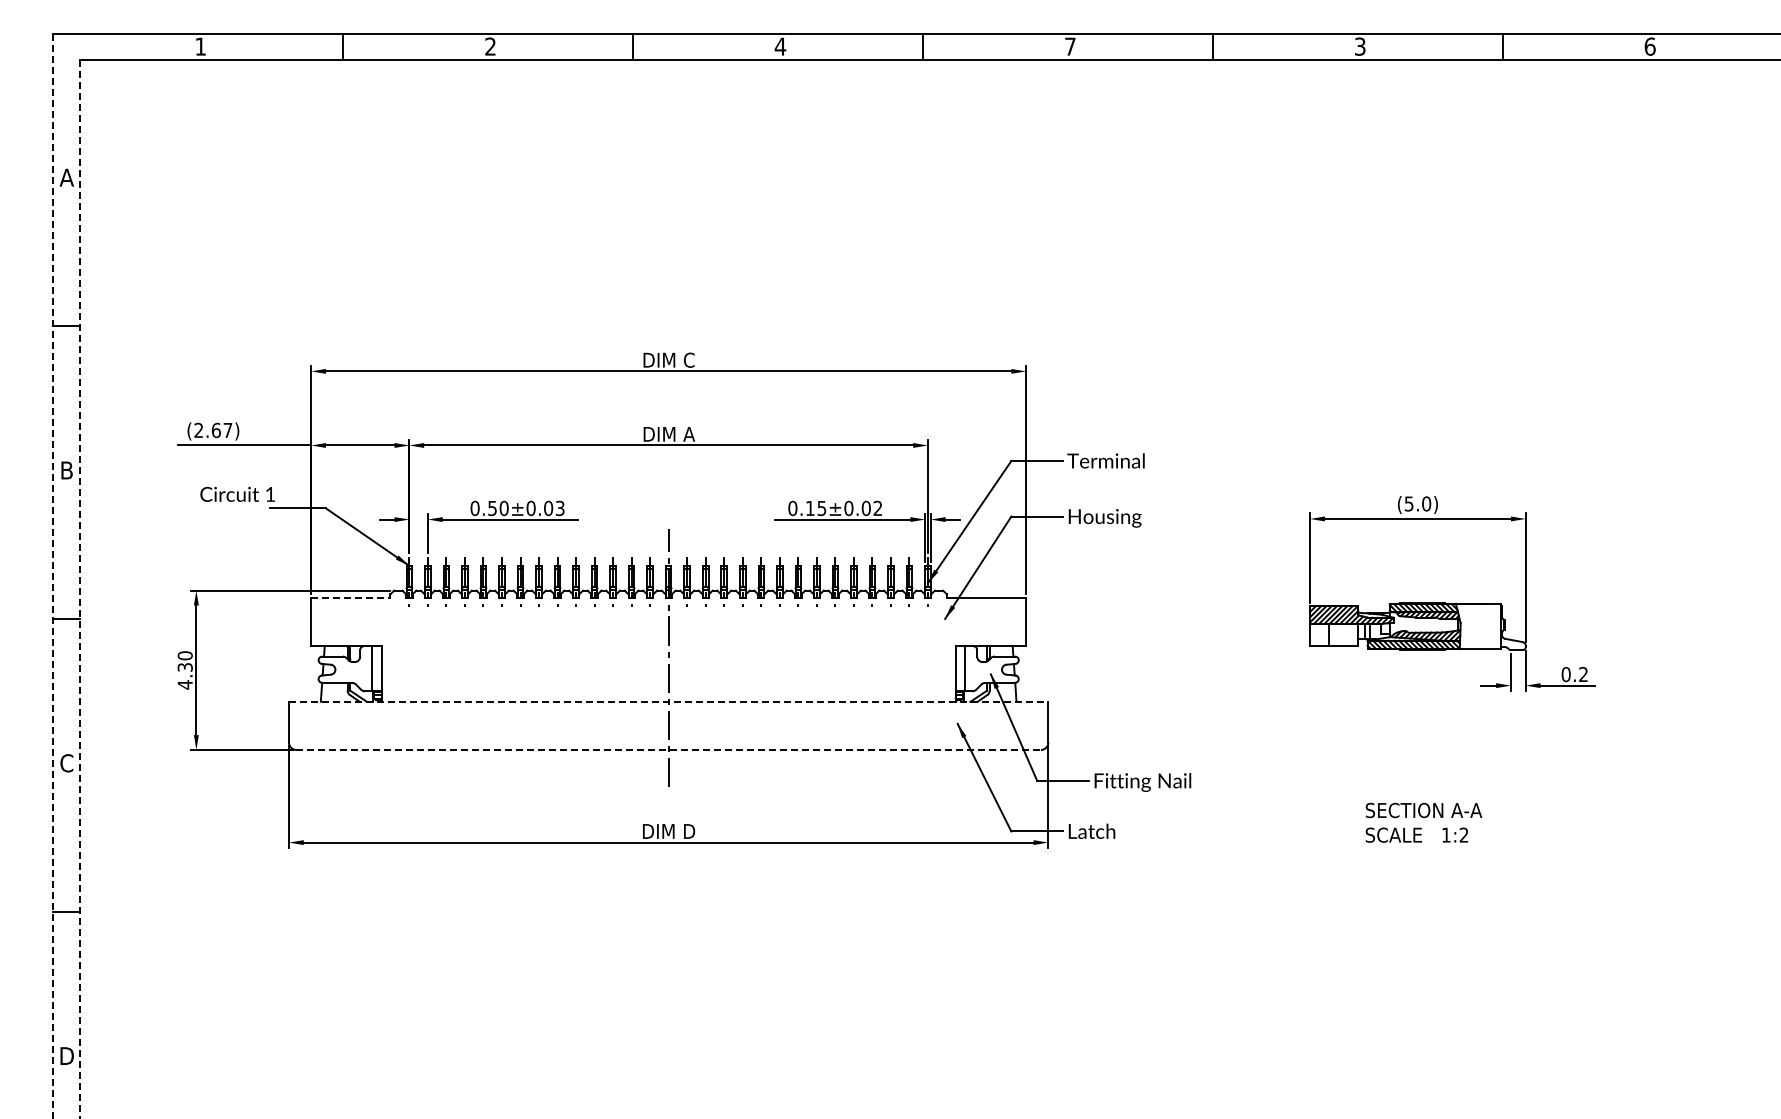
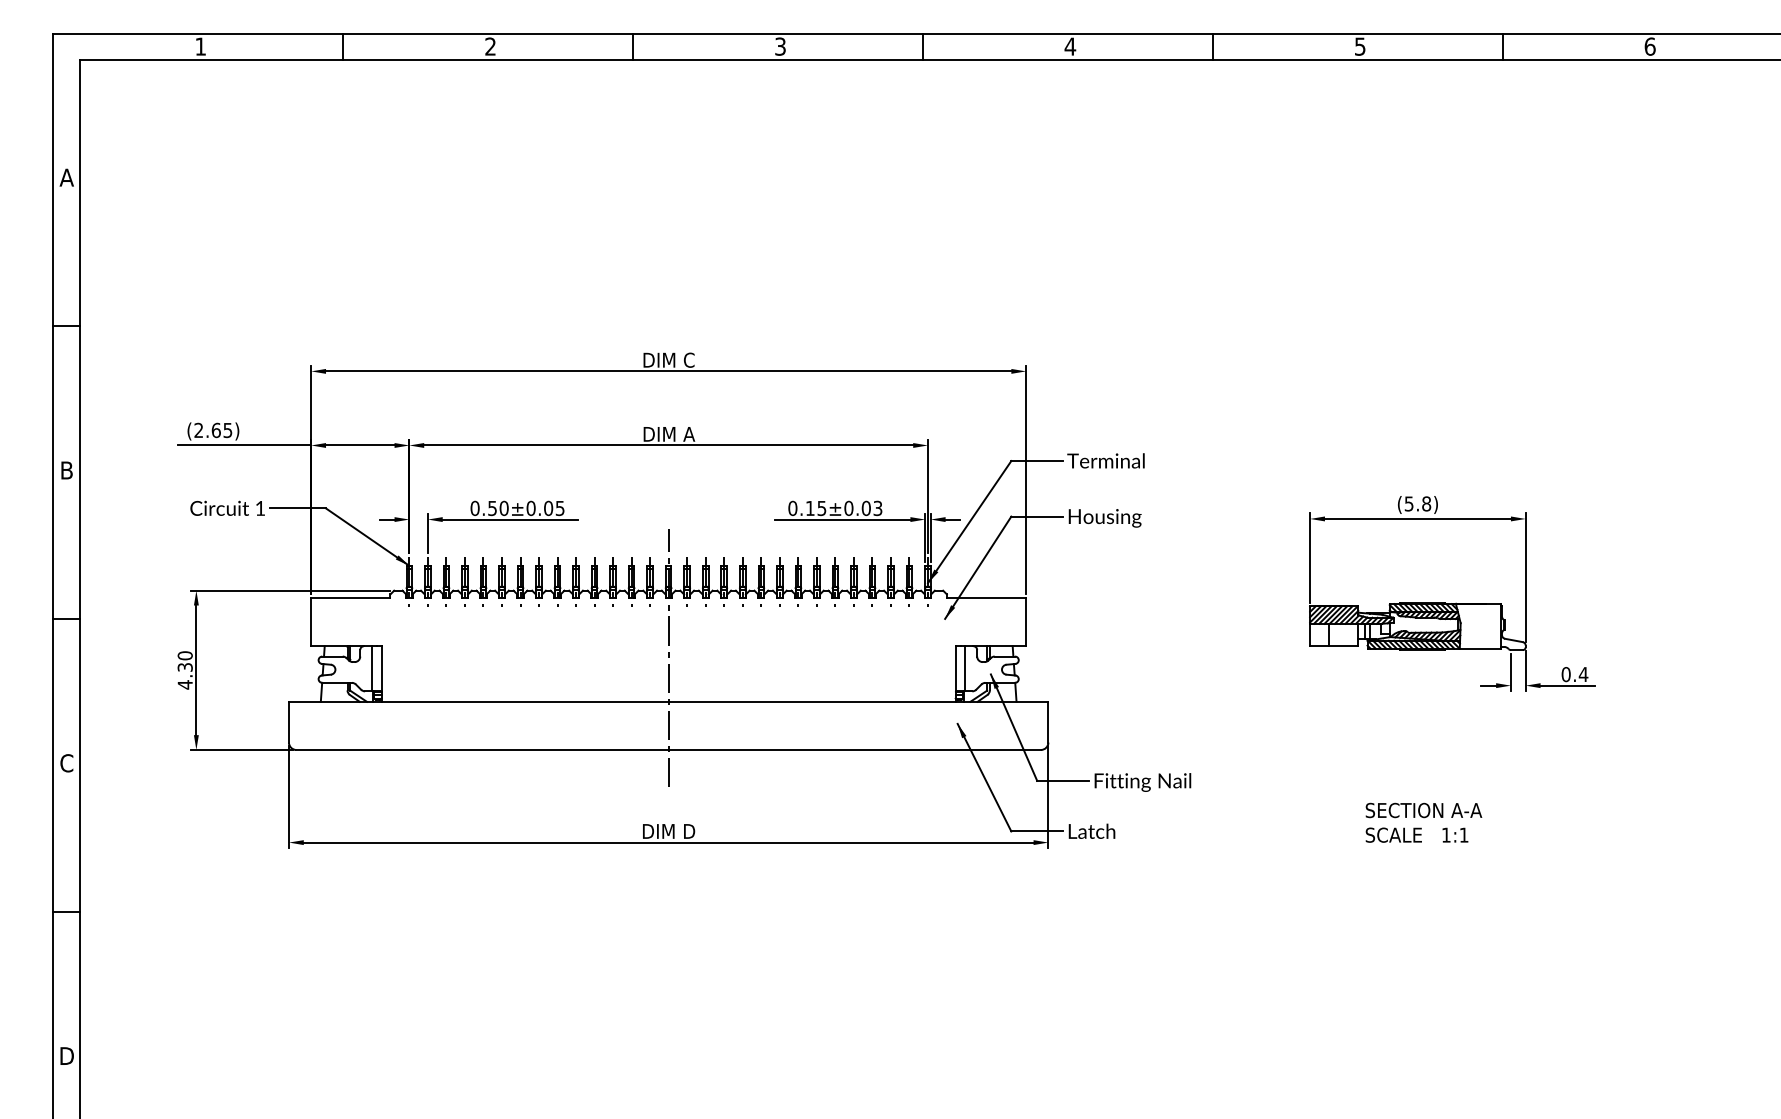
text at (780, 46): 4 -> 3
text at (1070, 46): 7 -> 4
text at (1360, 46): 3 -> 5
text at (227, 430): (2.67) -> (2.65)
text at (237, 493) position: (237, 493) -> (227, 507)
text at (1426, 503): (5.0) -> (5.8)
text at (560, 507): 0.50±0.03 -> 0.50±0.05
text at (877, 508): 0.15±0.02 -> 0.15±0.03
line at (53, 576): dashed -> solid
line at (80, 589): dashed -> solid
line at (350, 598): dashed -> solid
text at (1583, 674): 0.2 -> 0.4
line at (668, 701): dashed -> solid
line at (669, 749): dashed -> solid
text at (1463, 834): 1:2 -> 1:1
